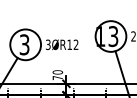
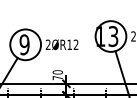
text at (24, 44): 3 -> 9
text at (48, 45): 3ØR12 -> 2ØR12
